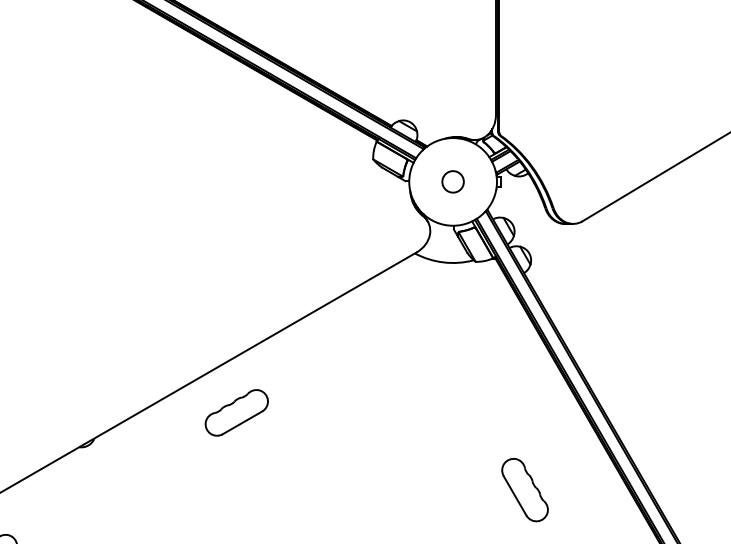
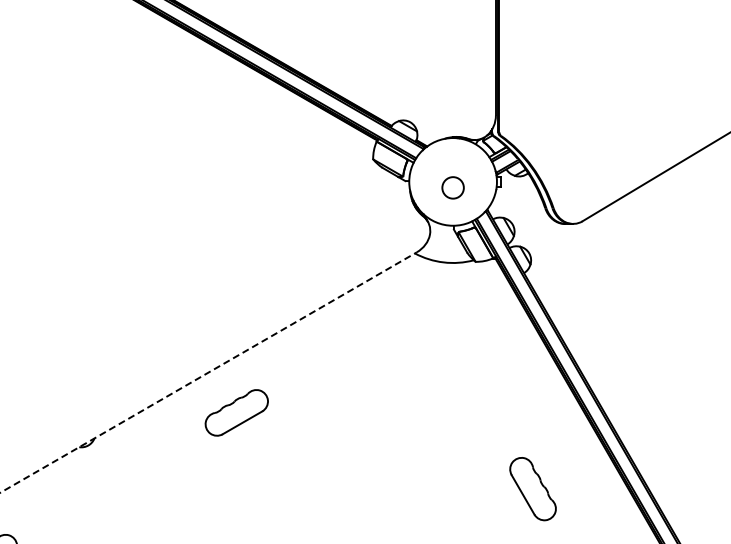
circle at (452, 181) position: (452, 181) -> (452, 187)
line at (209, 372): solid -> dashed
part at (524, 490) position: (524, 490) -> (532, 489)
